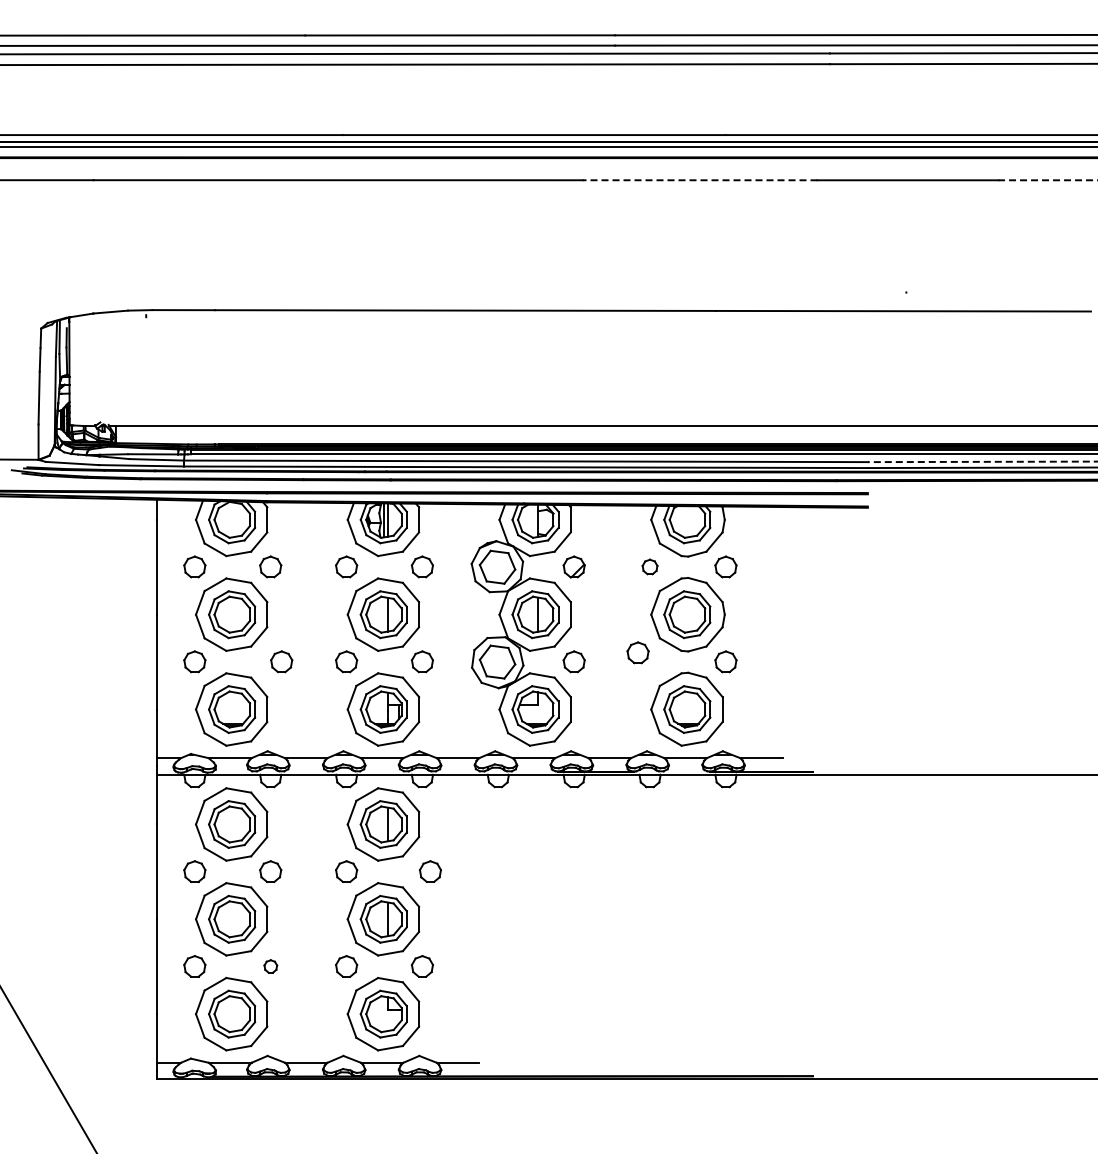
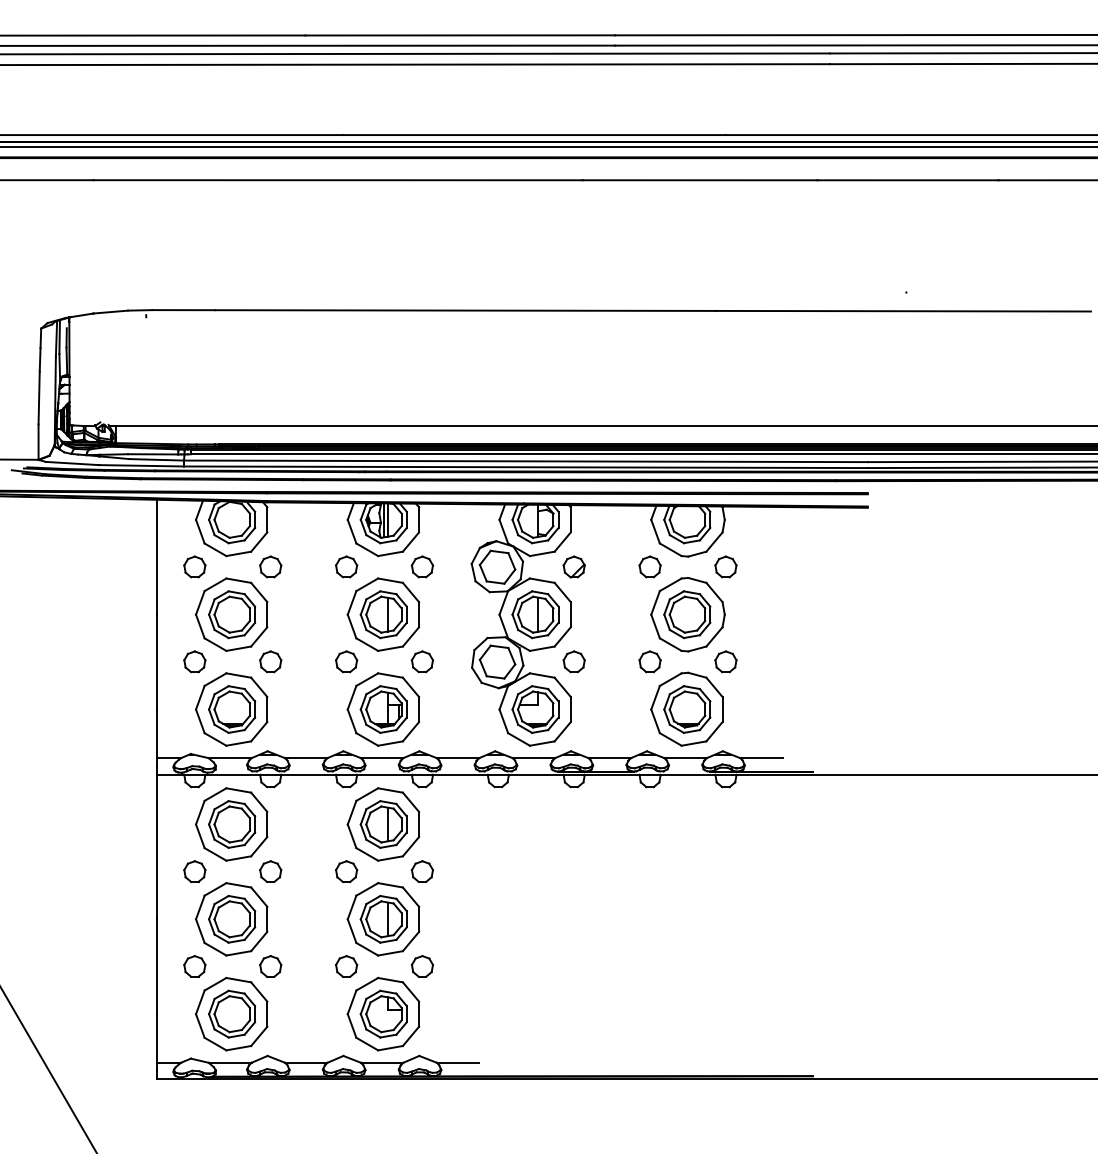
line at (699, 180): dashed -> solid
line at (1047, 180): dashed -> solid
line at (982, 461): dashed -> solid
part at (649, 566) size: 18x18 px -> 24x24 px
part at (637, 652) position: (637, 652) -> (649, 661)
part at (281, 661) position: (281, 661) -> (270, 661)
part at (429, 871) position: (429, 871) -> (421, 871)
part at (270, 966) size: 16x15 px -> 24x23 px
